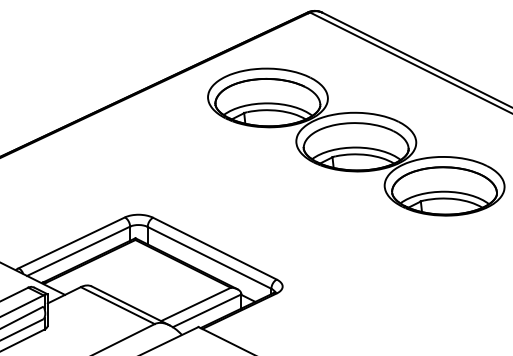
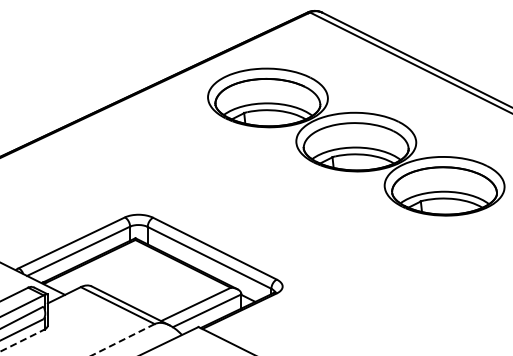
line at (22, 340): solid -> dashed
line at (122, 340): solid -> dashed
